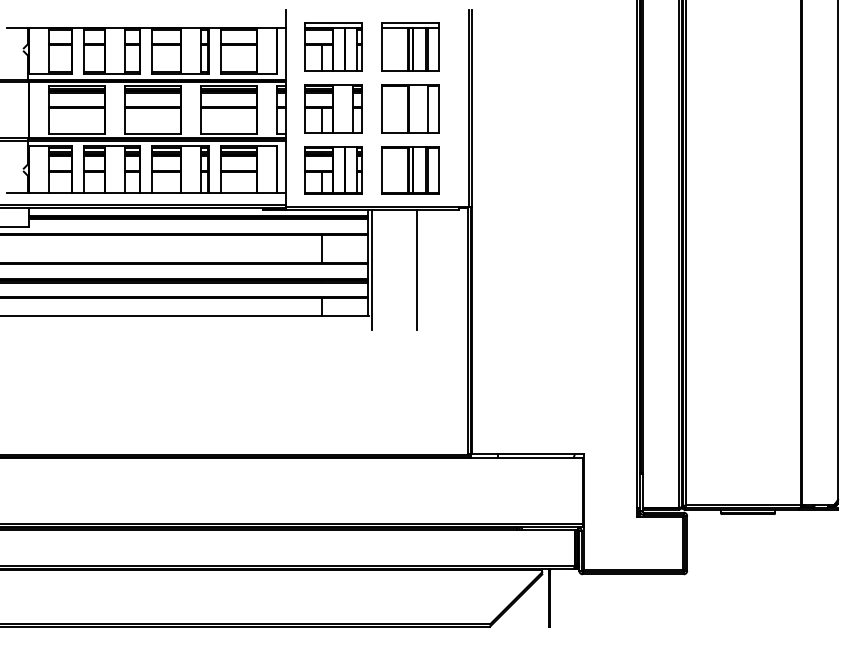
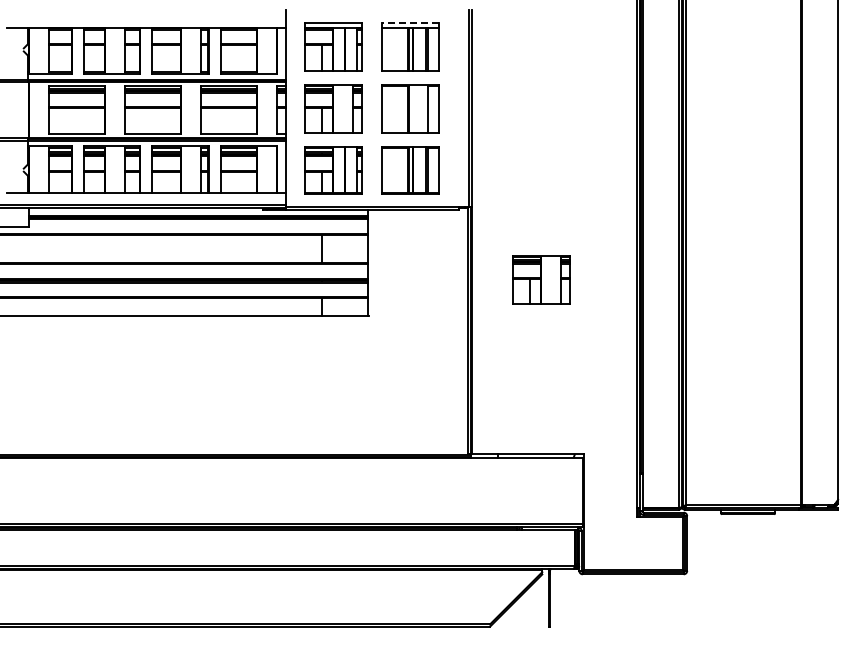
line at (410, 23): solid -> dashed
line at (371, 270): present -> none
line at (416, 270): present -> none
part at (541, 279): none -> present
